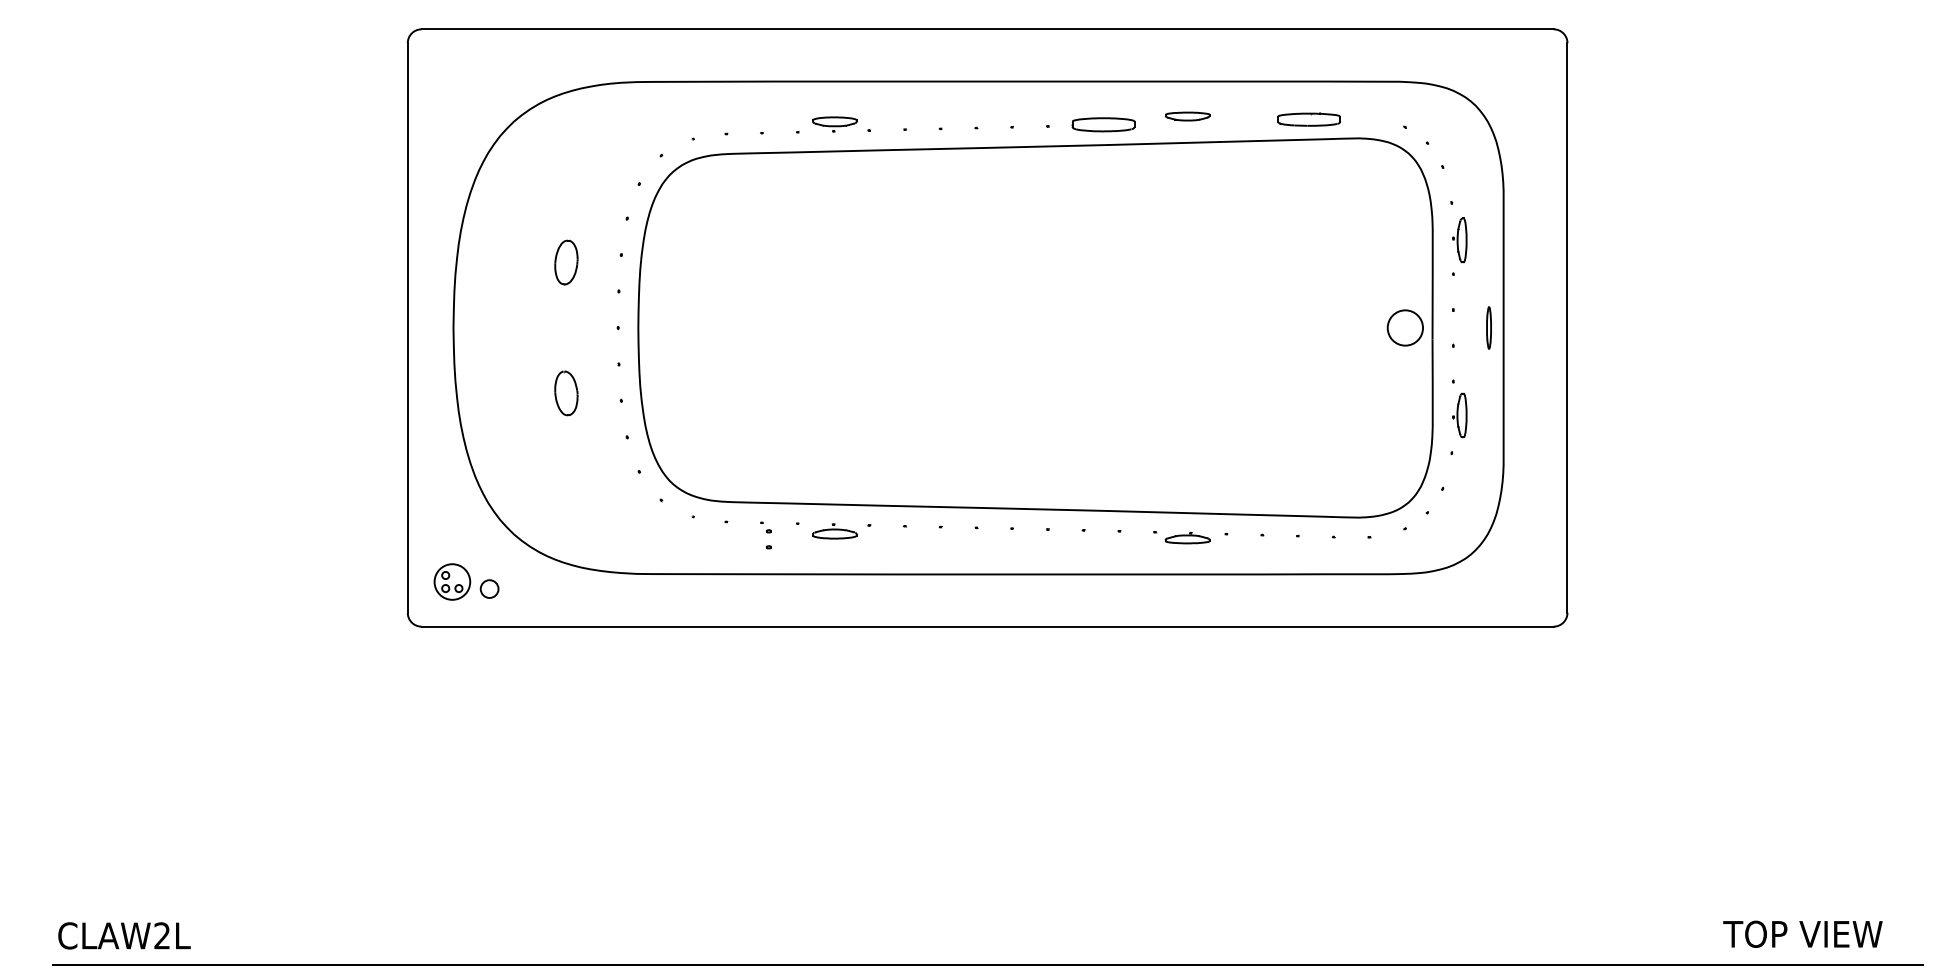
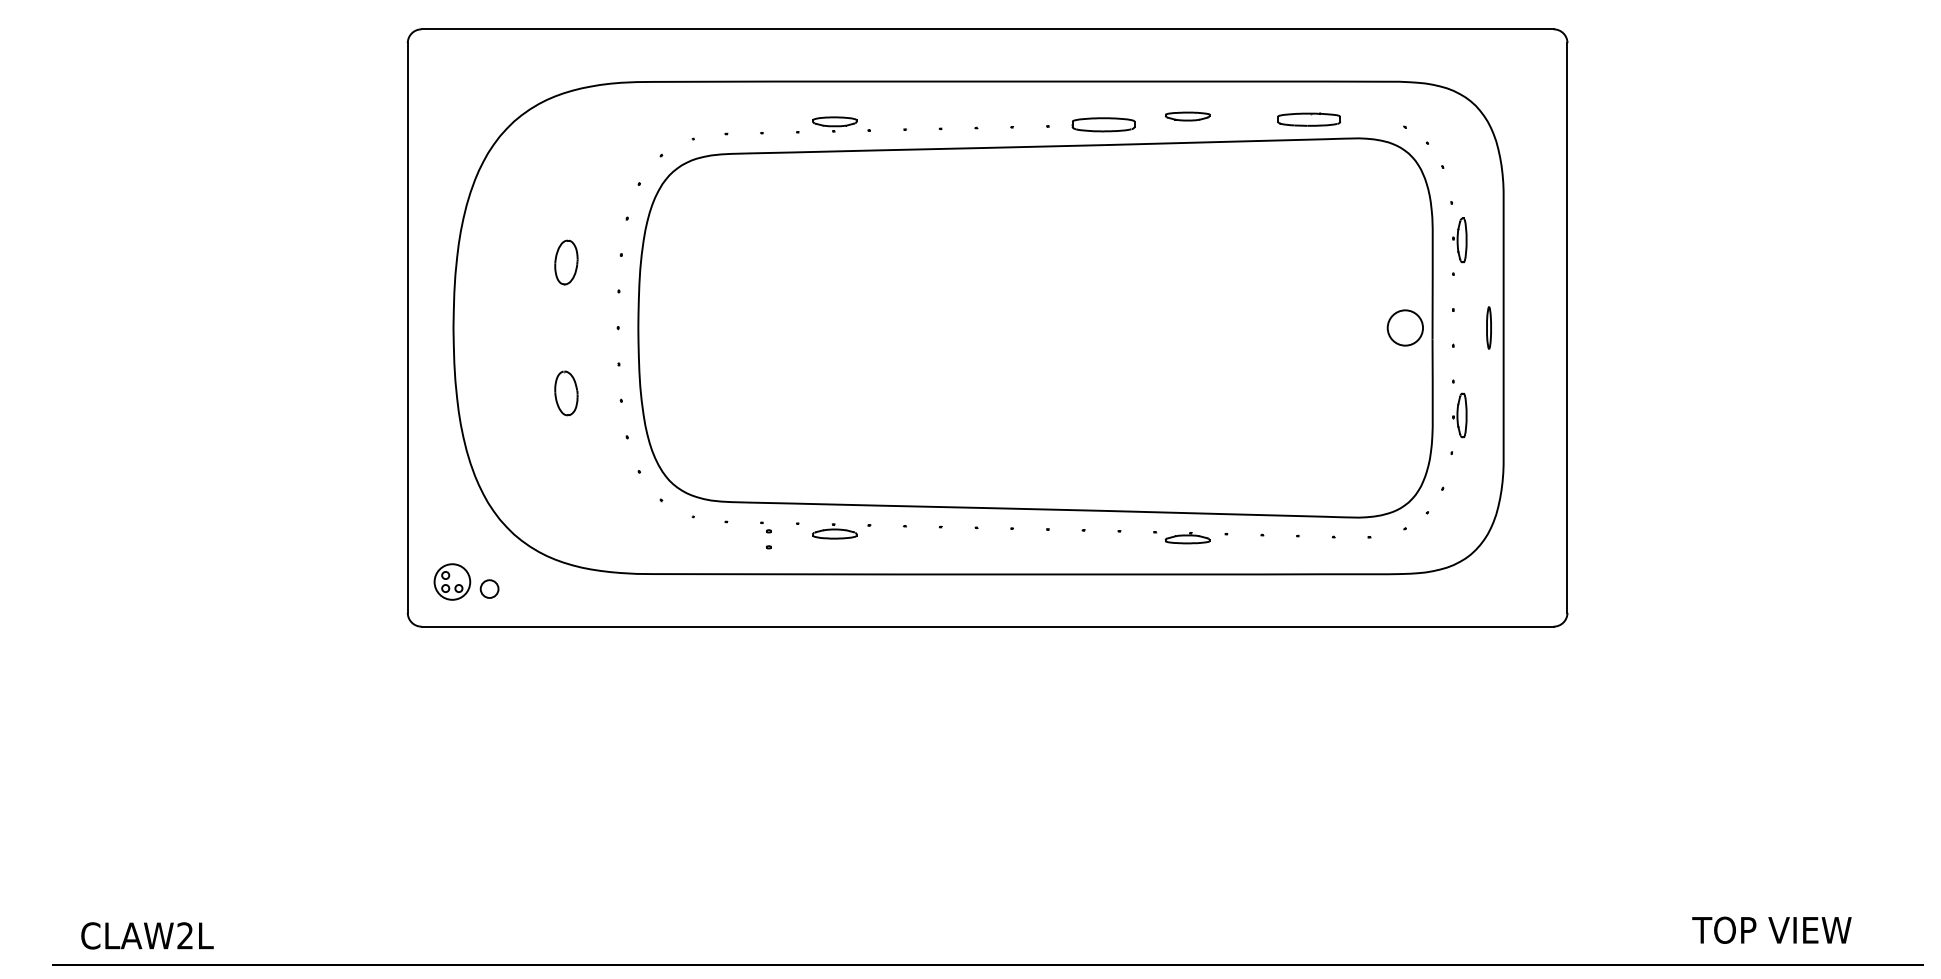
text at (1802, 933) position: (1802, 933) -> (1771, 929)
text at (124, 935) position: (124, 935) -> (147, 935)
